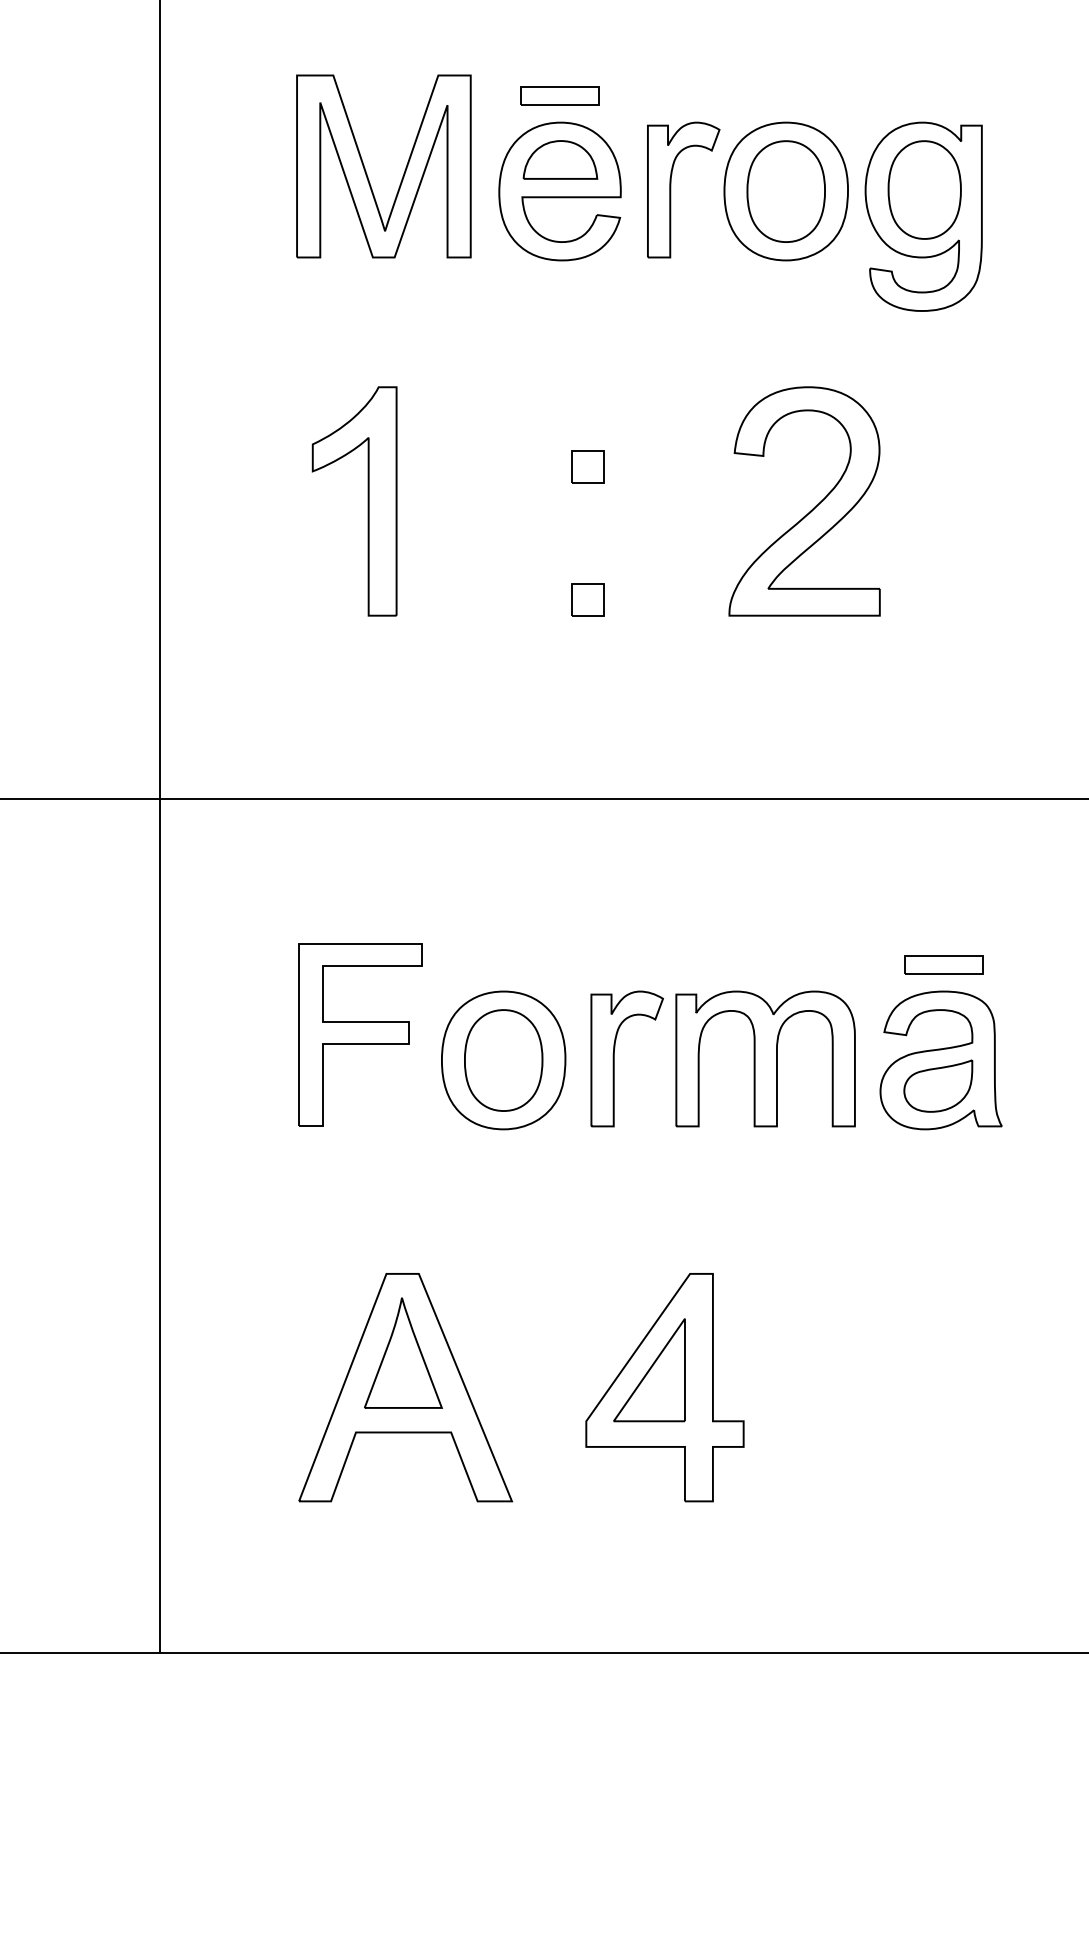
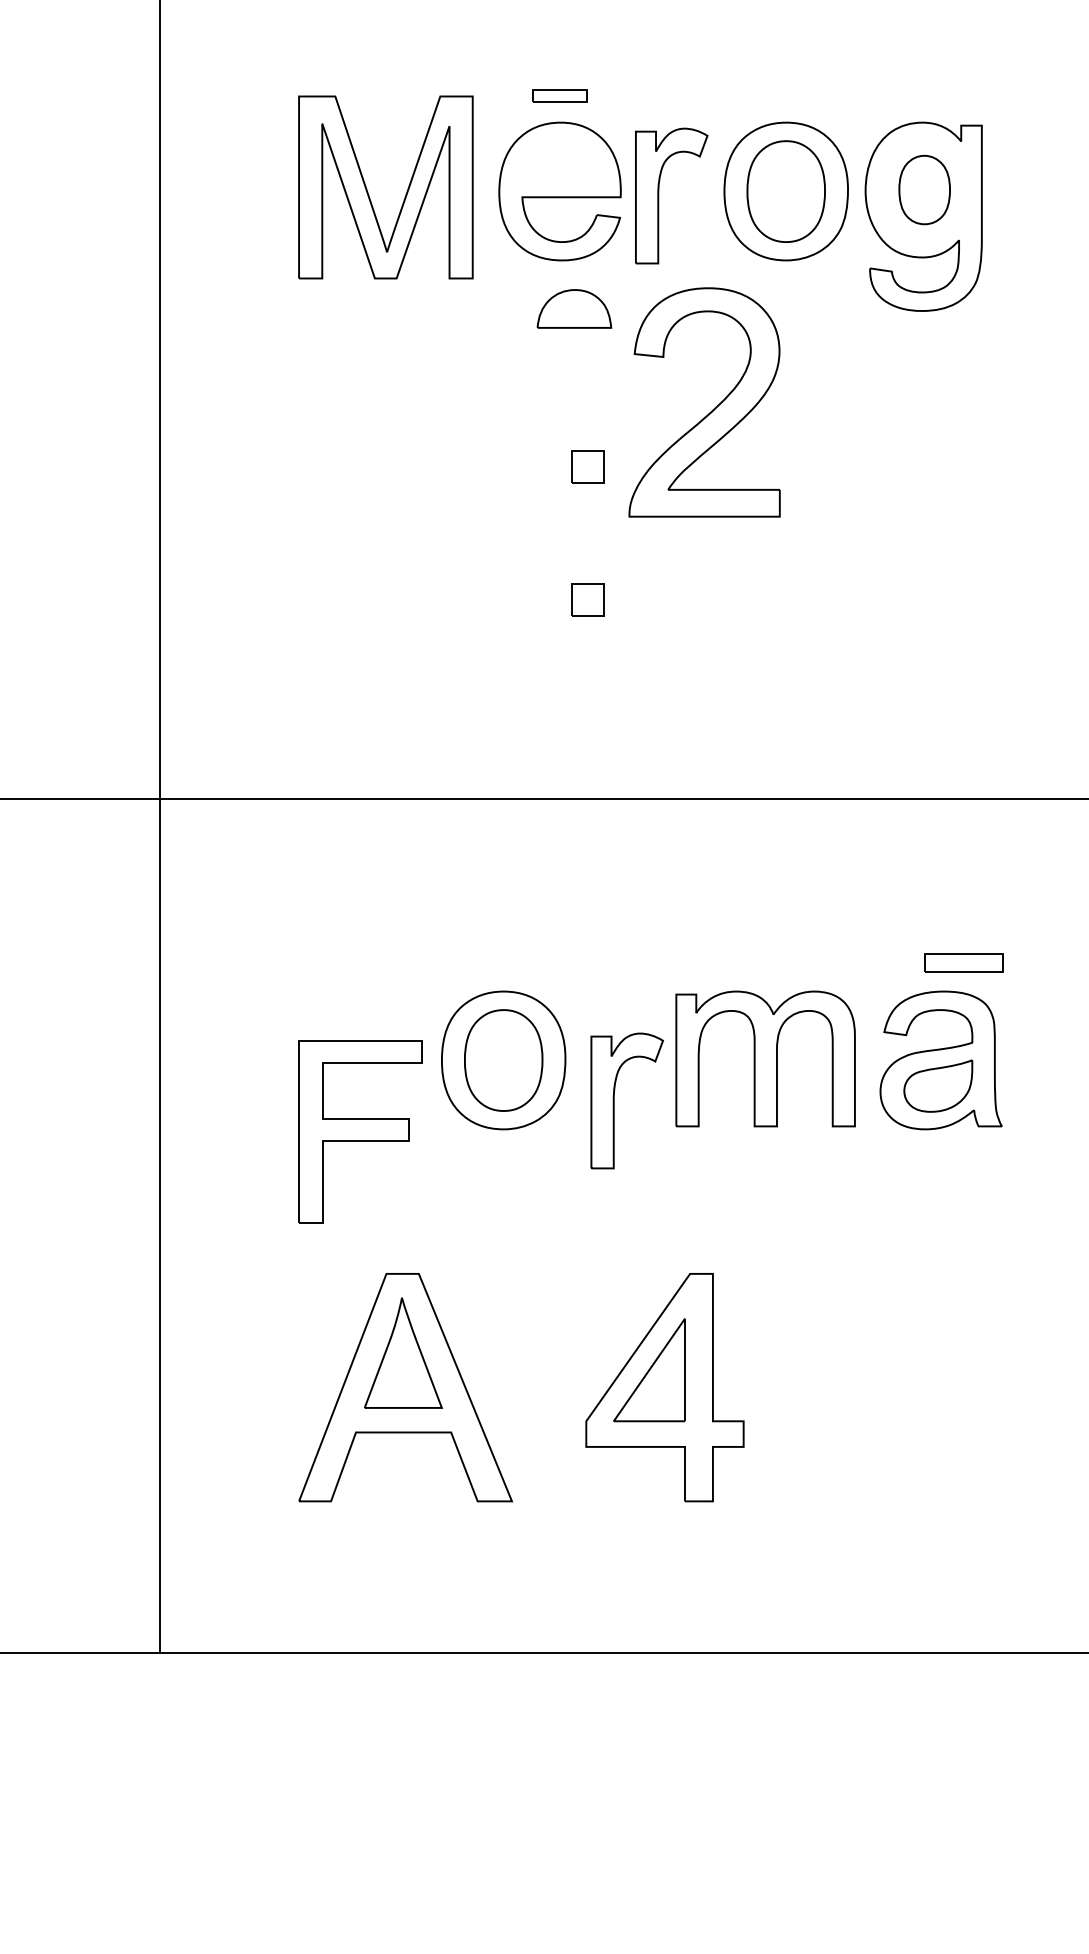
part at (559, 95) size: 80x20 px -> 56x14 px
part at (560, 159) position: (560, 159) -> (574, 308)
part at (366, 171) position: (366, 171) -> (368, 192)
part at (671, 189) position: (671, 189) -> (659, 195)
part at (924, 189) size: 75x100 px -> 53x72 px
part at (367, 501): present -> none
part at (812, 508) position: (812, 508) -> (712, 409)
part at (943, 964) position: (943, 964) -> (963, 962)
part at (360, 1034) position: (360, 1034) -> (360, 1131)
part at (614, 1058) position: (614, 1058) -> (614, 1100)
